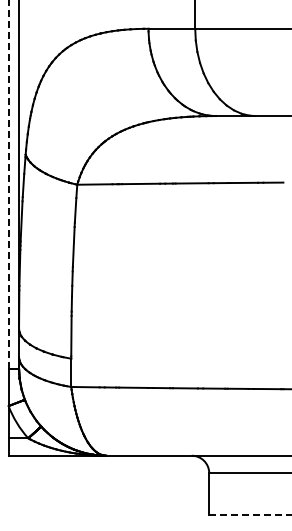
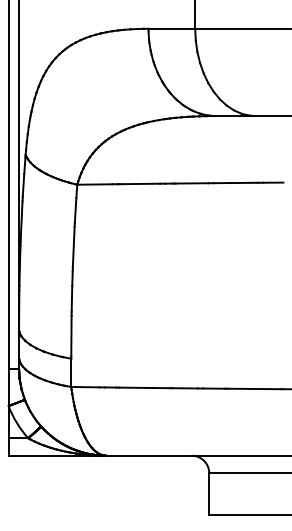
line at (8, 184): dashed -> solid
line at (250, 515): dashed -> solid
